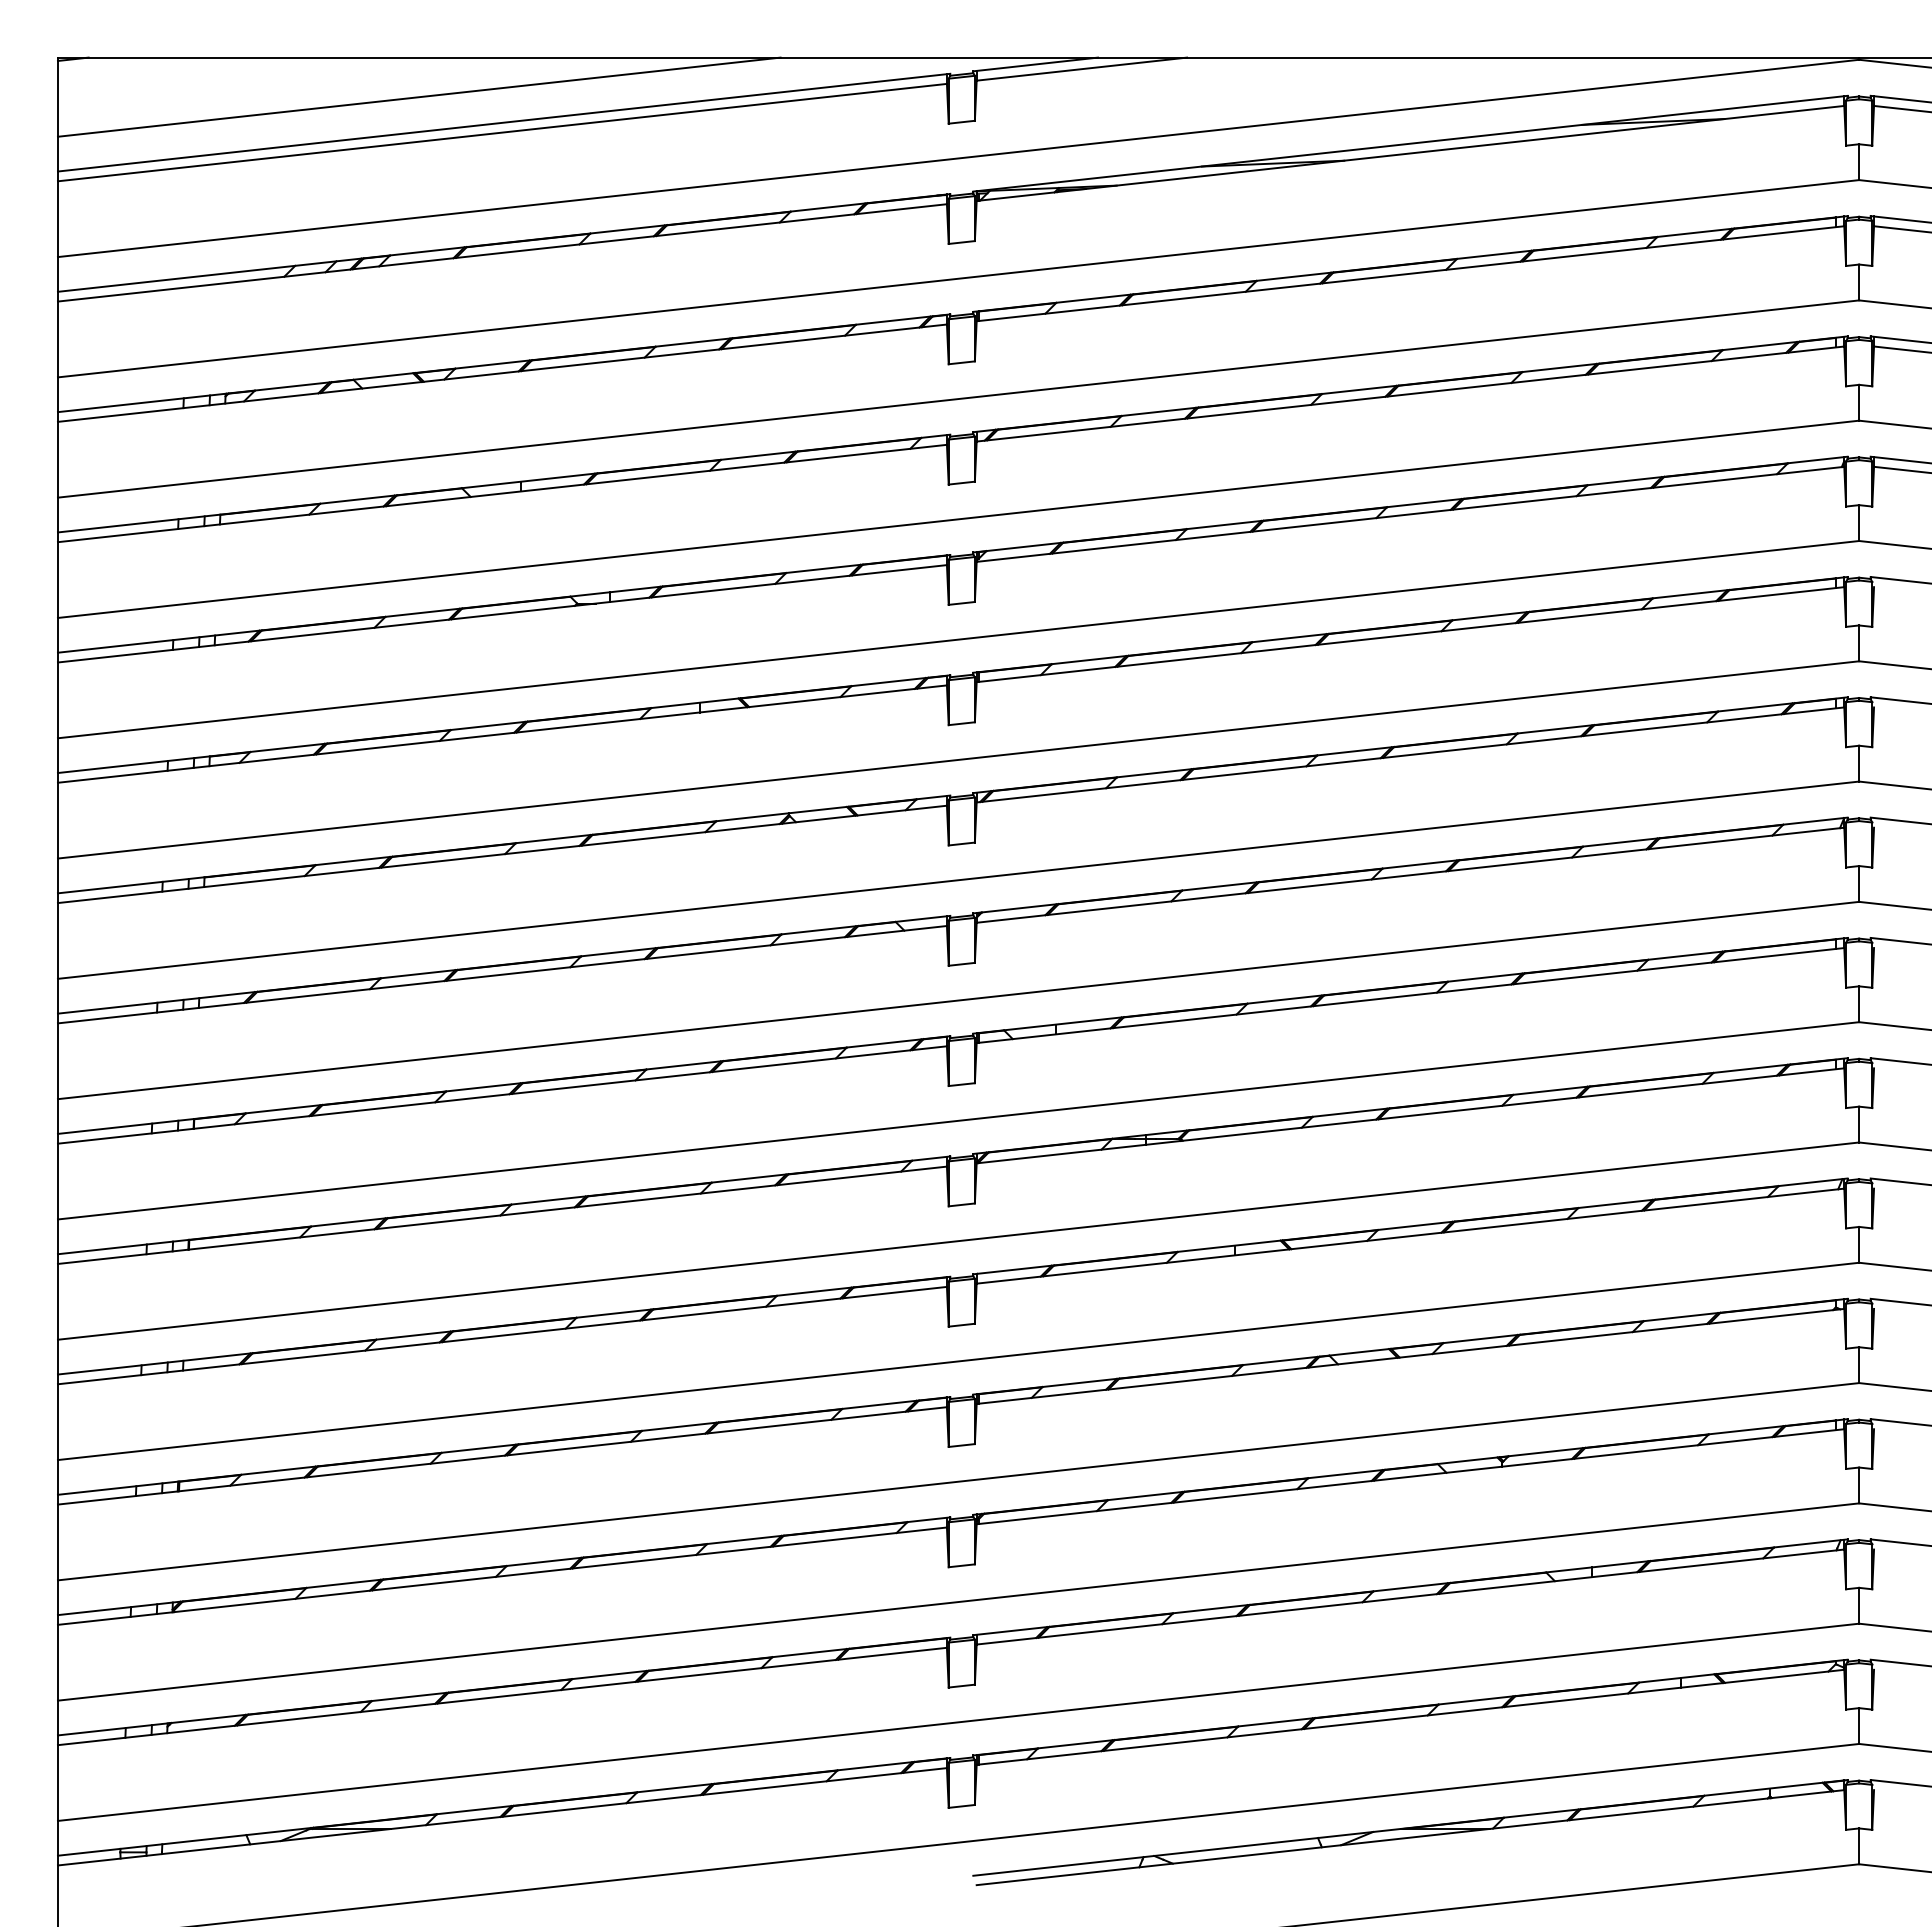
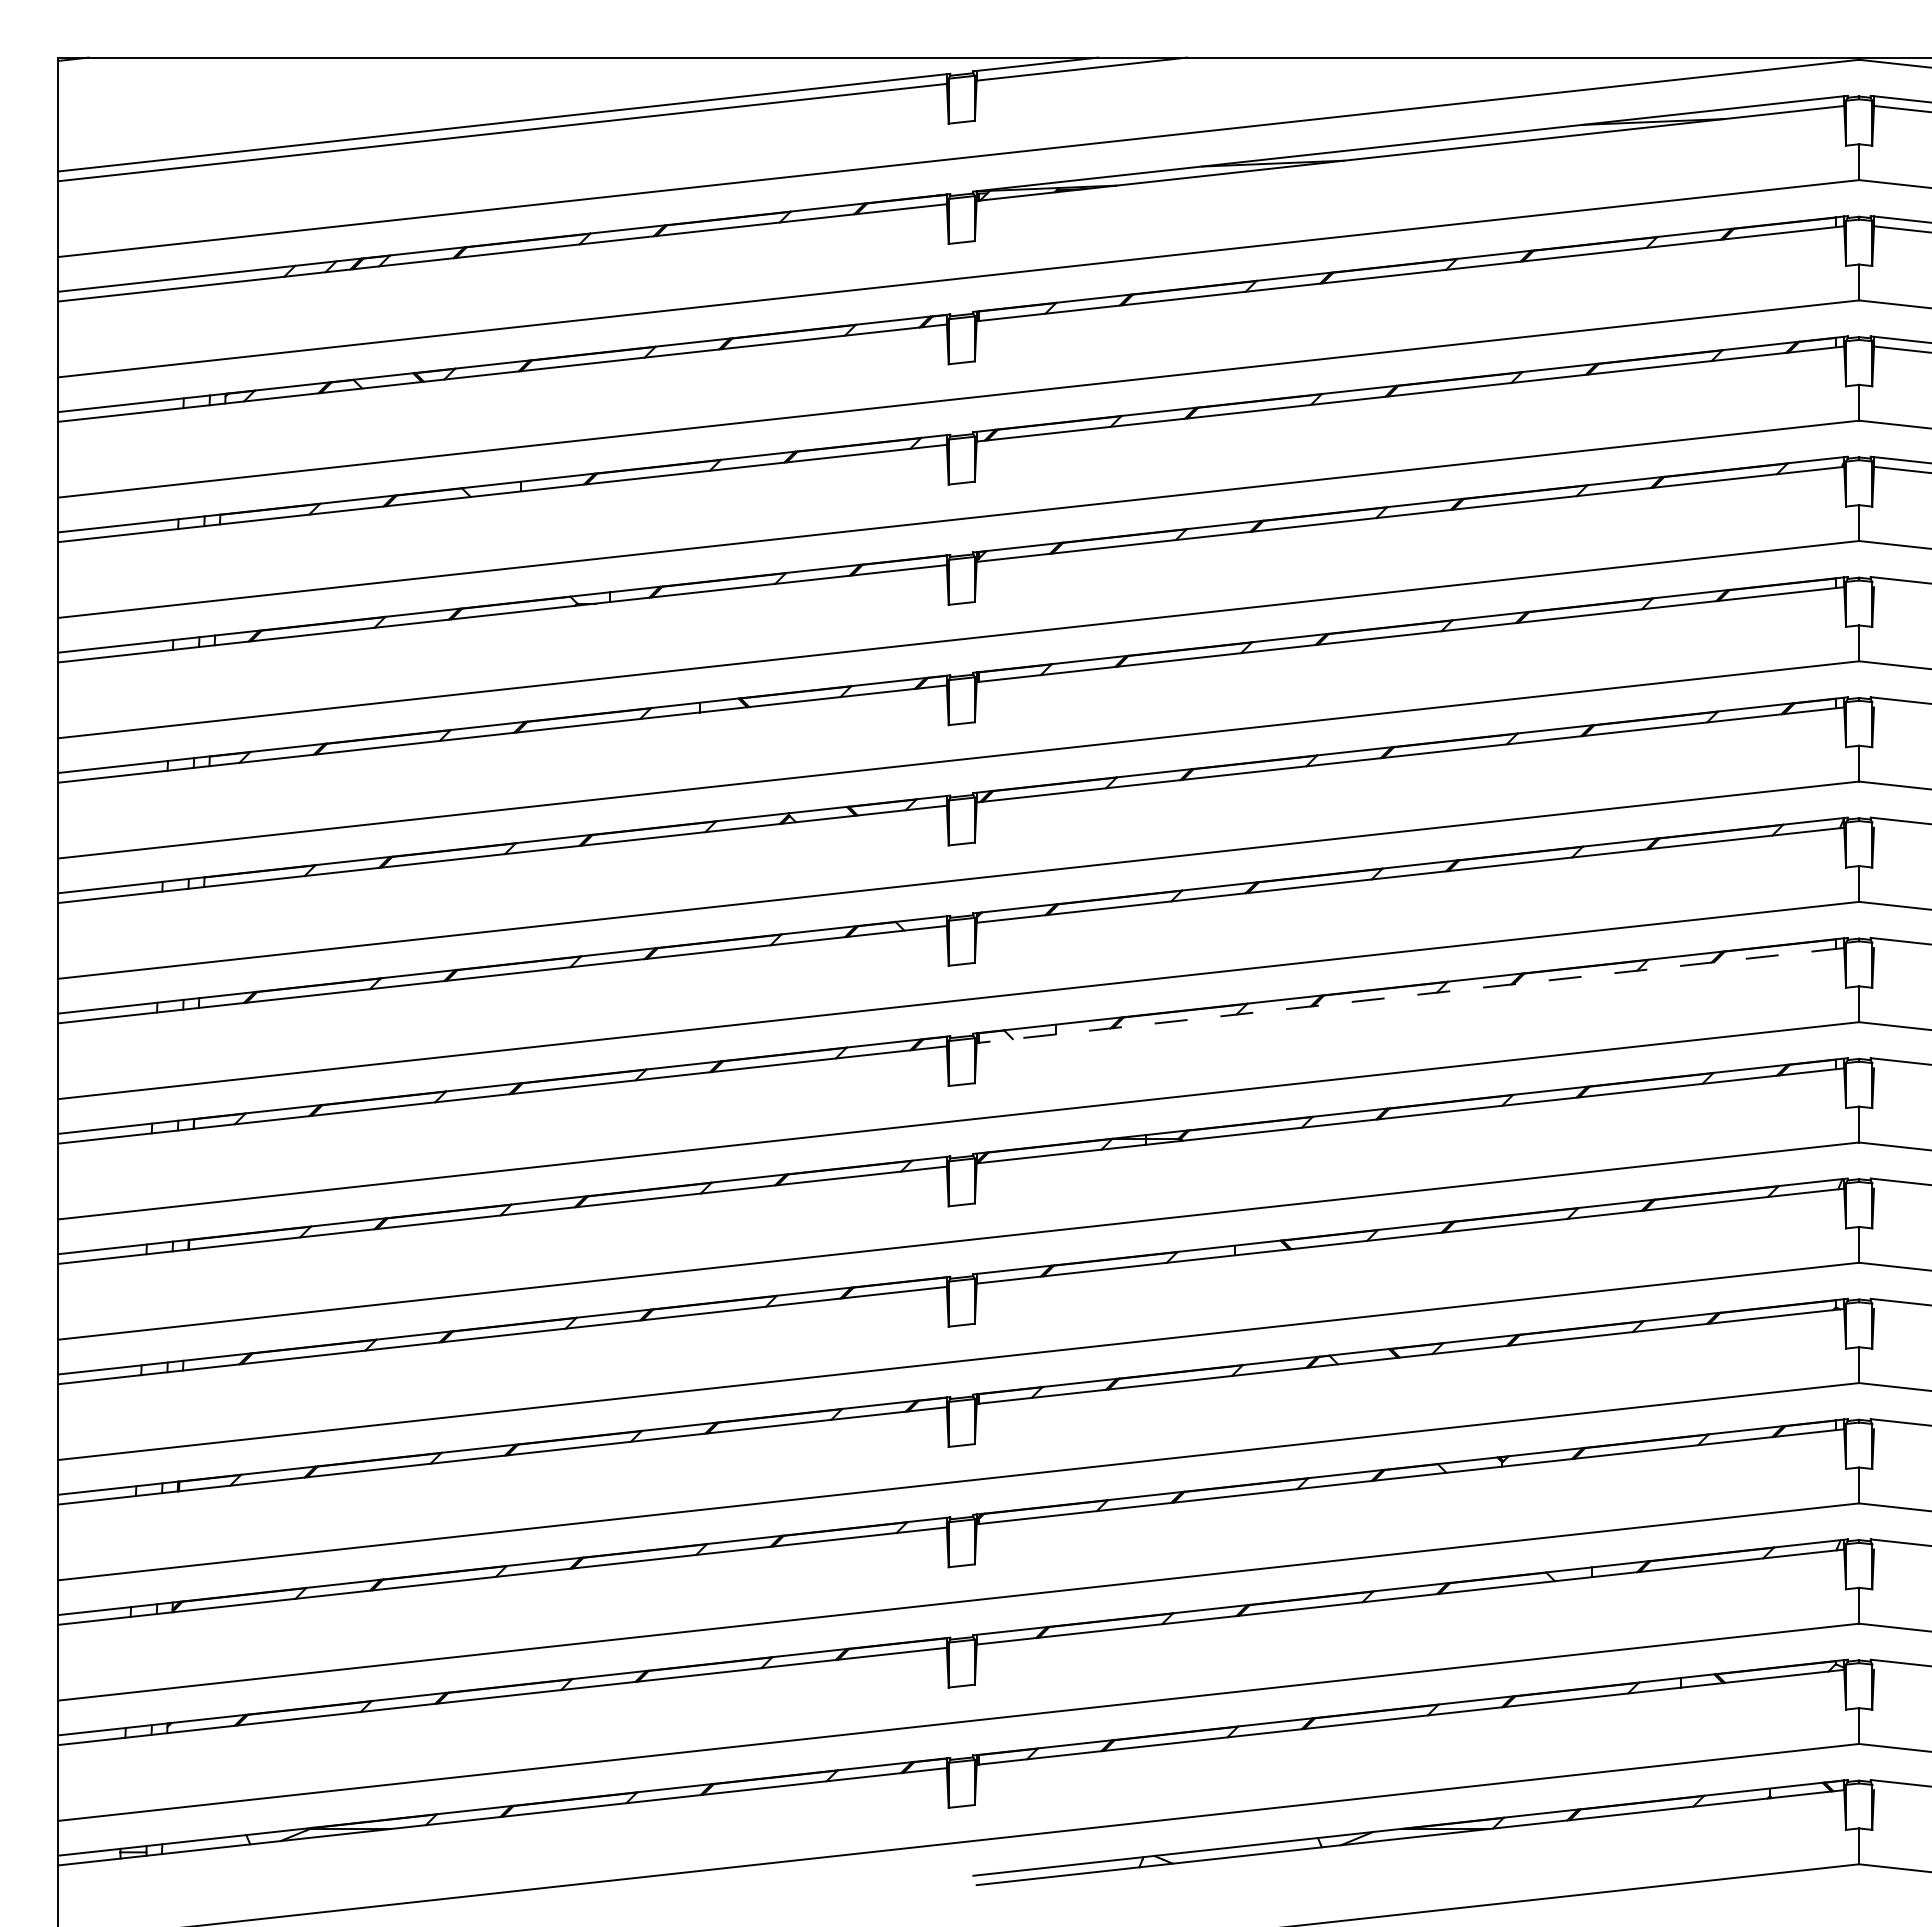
line at (418, 96): present -> none
line at (1409, 995): solid -> dashed
